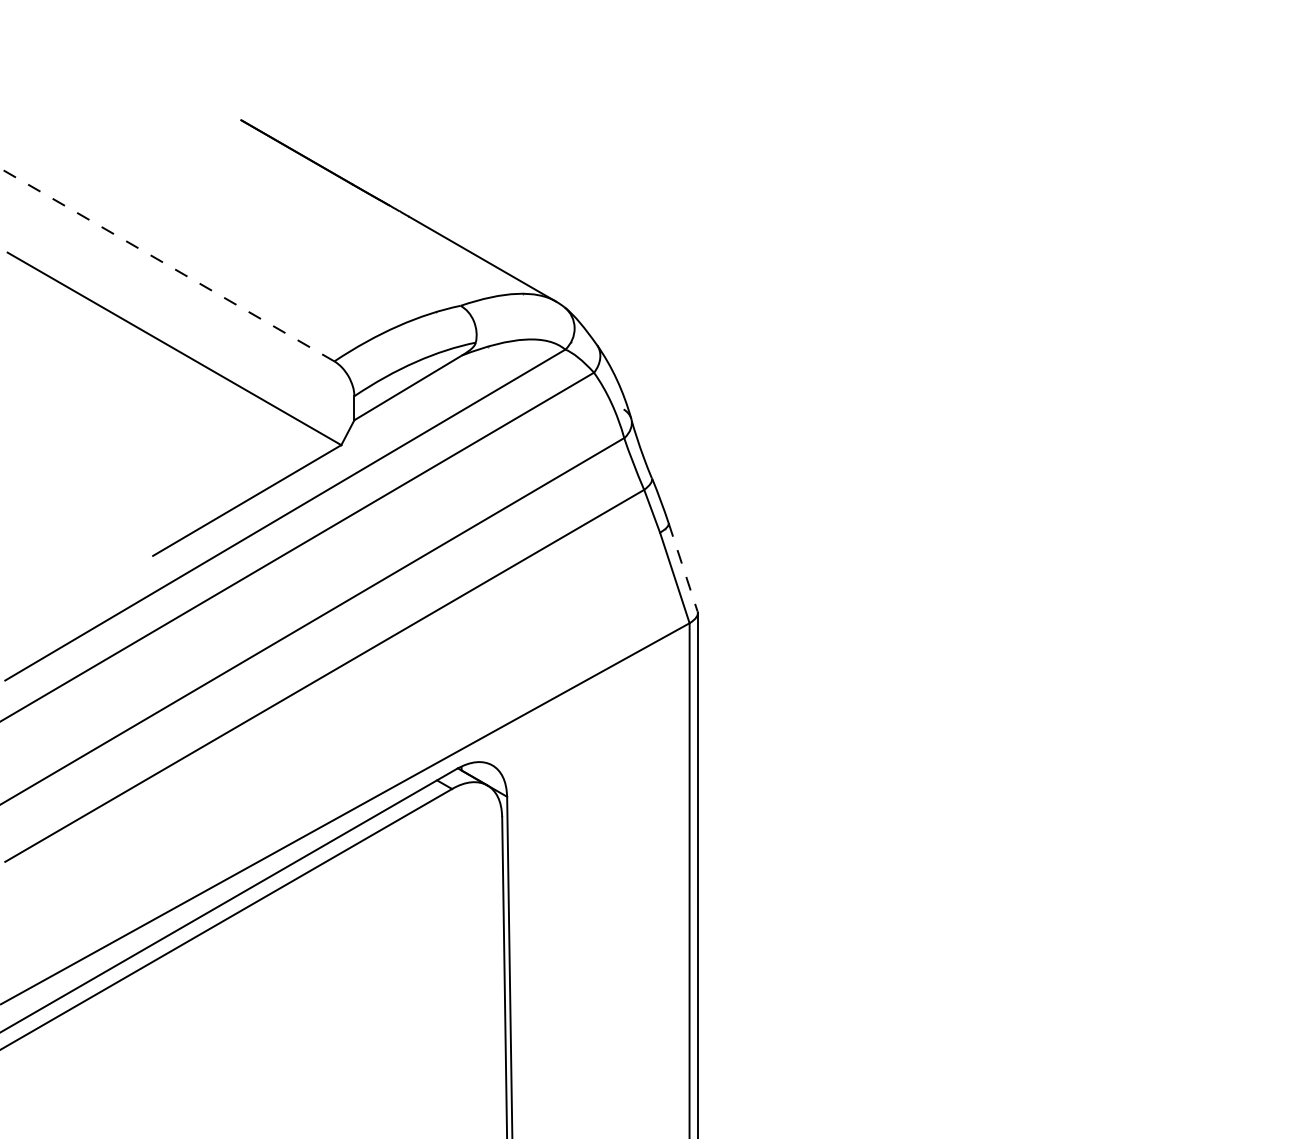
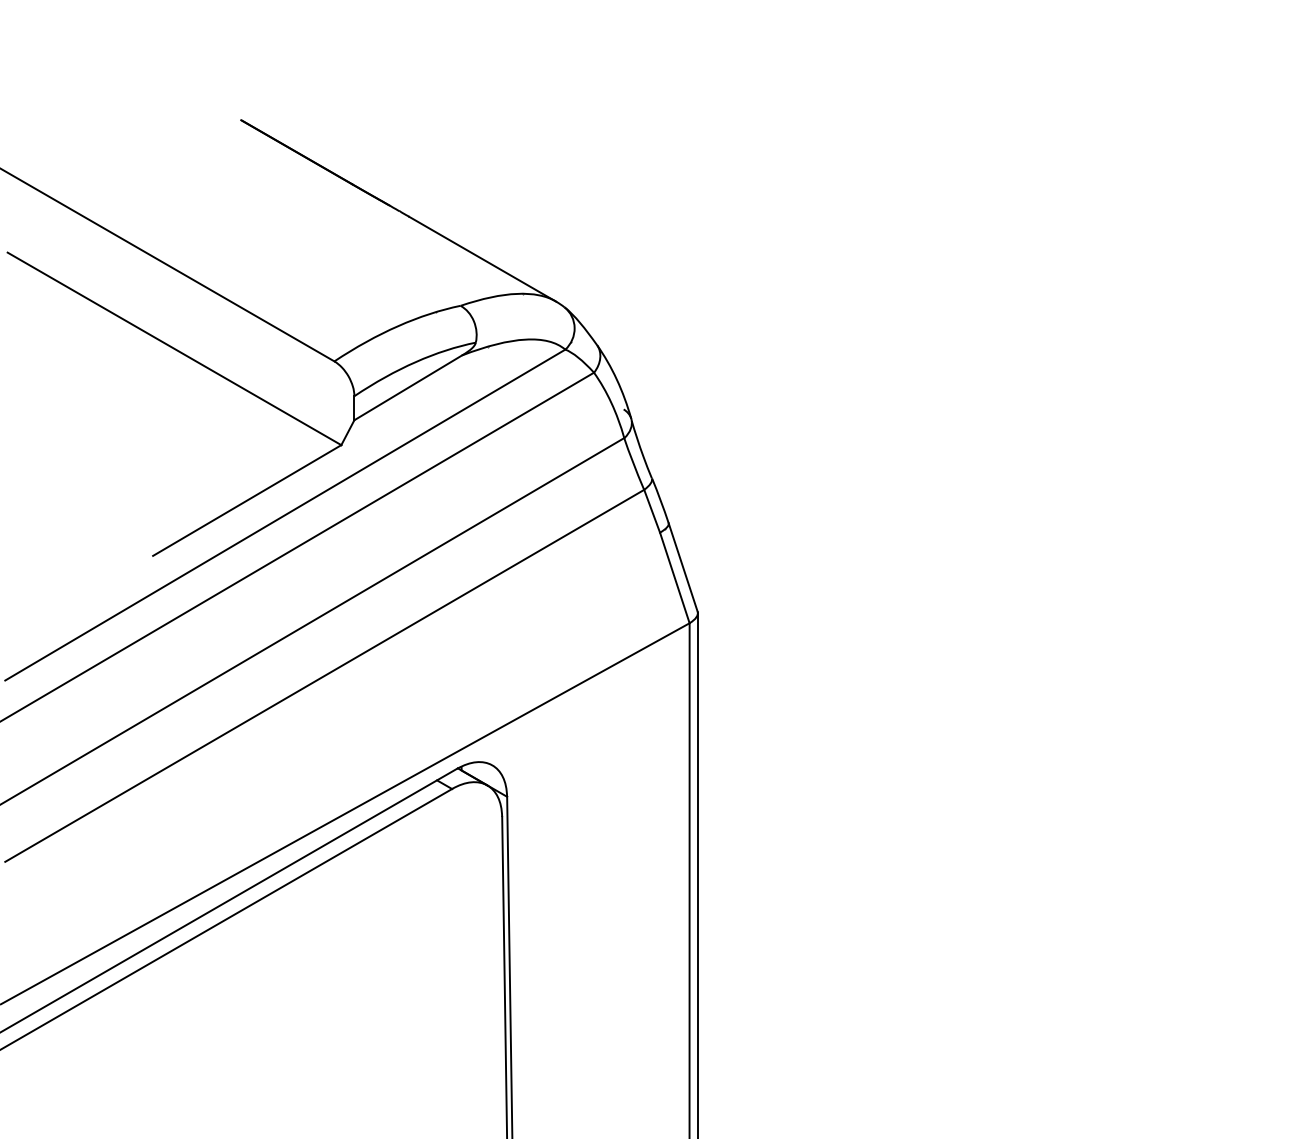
line at (167, 264): dashed -> solid
line at (683, 567): dashed -> solid
